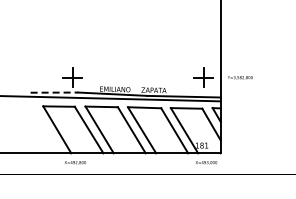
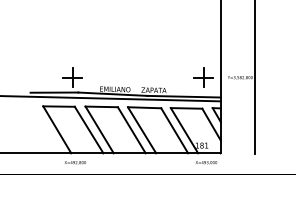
line at (255, 77): none -> present
line at (54, 92): dashed -> solid
